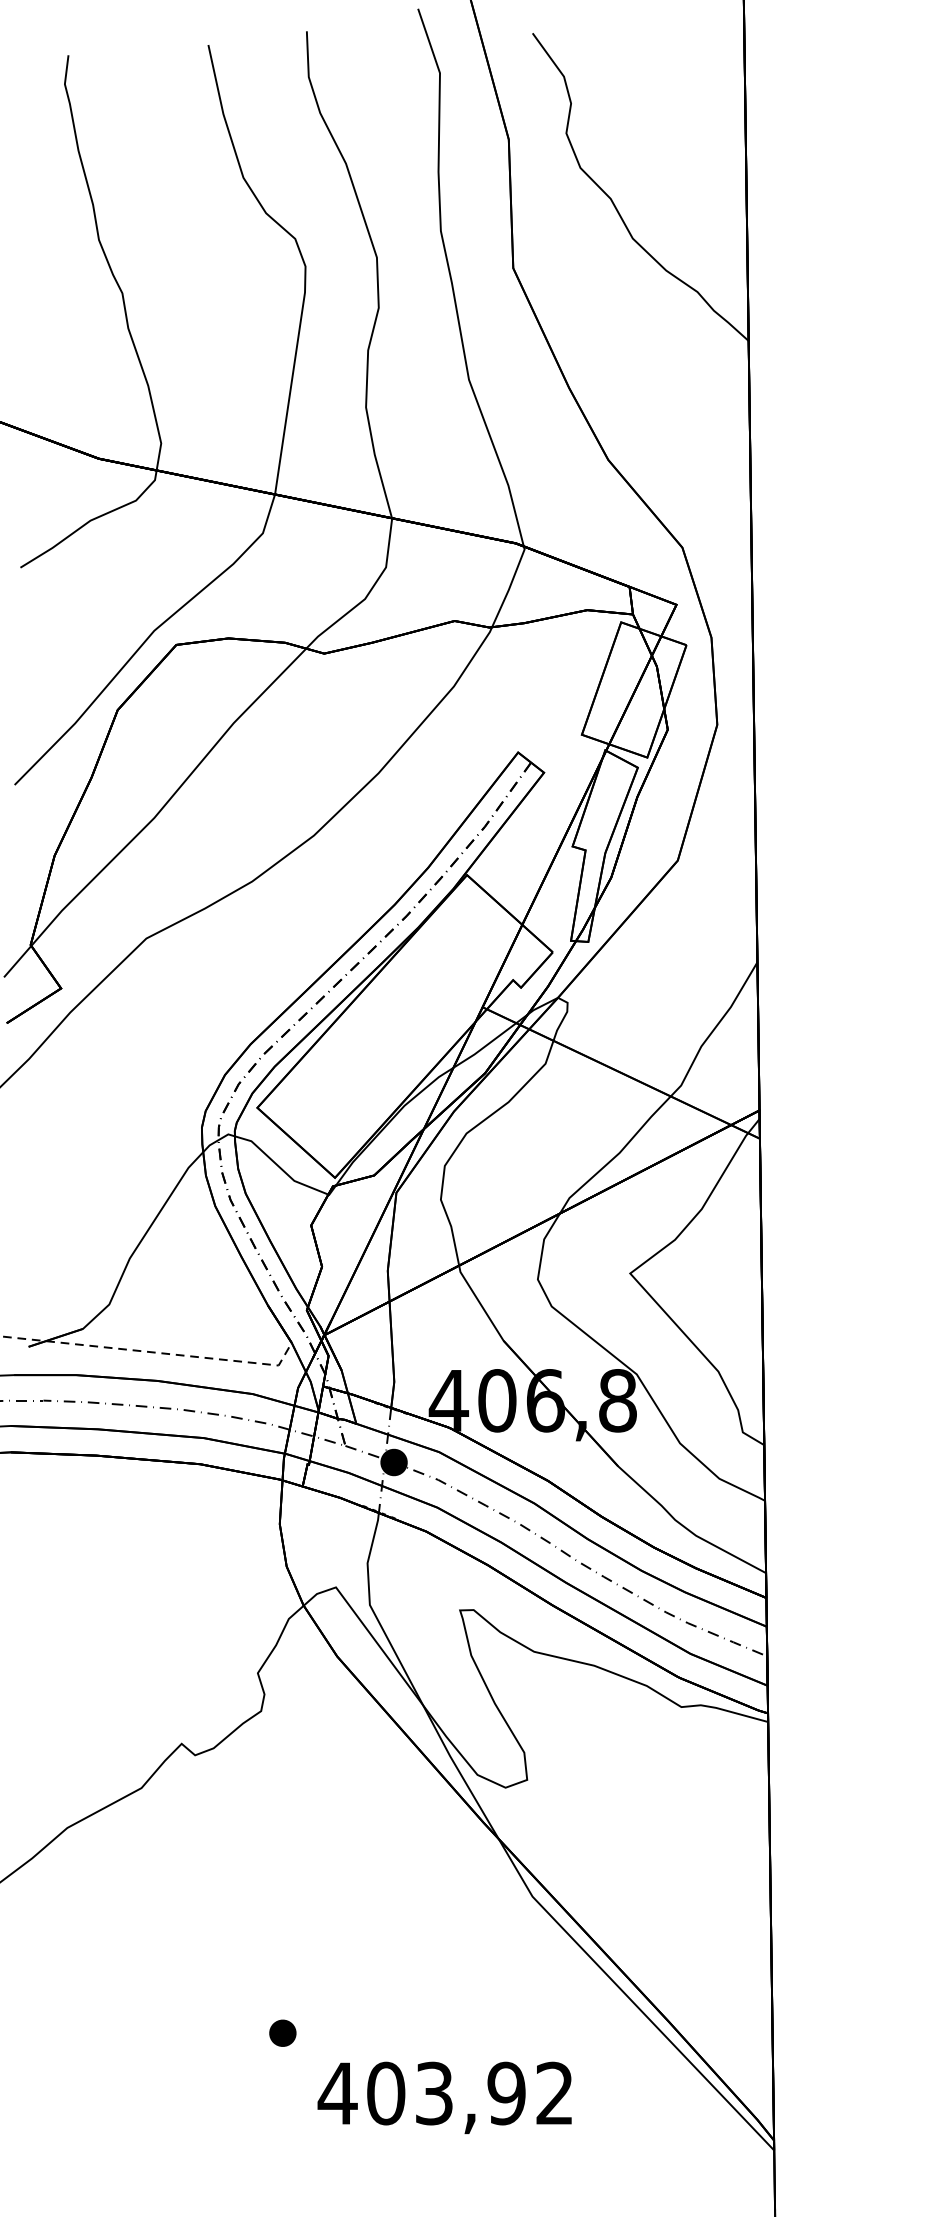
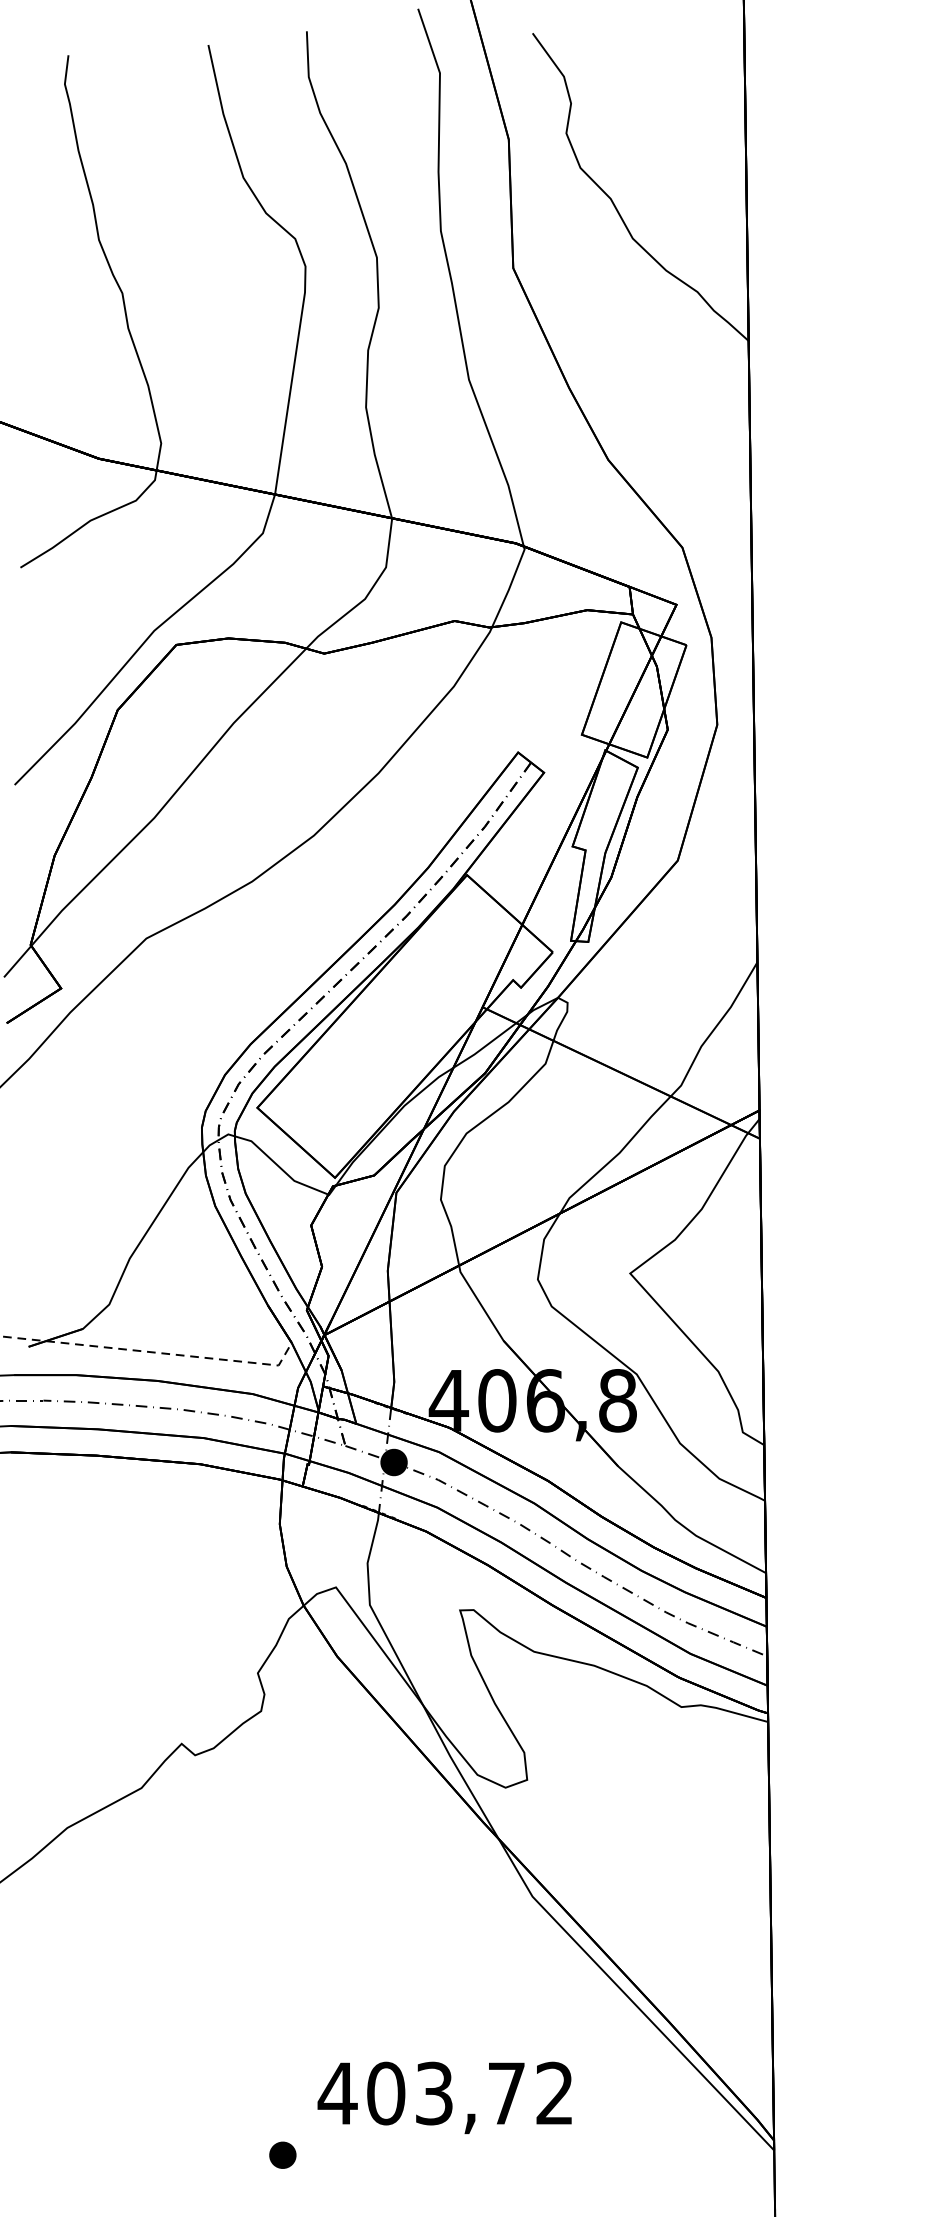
part at (282, 2032) position: (282, 2032) -> (282, 2154)
text at (506, 2093): 403,92 -> 403,72
